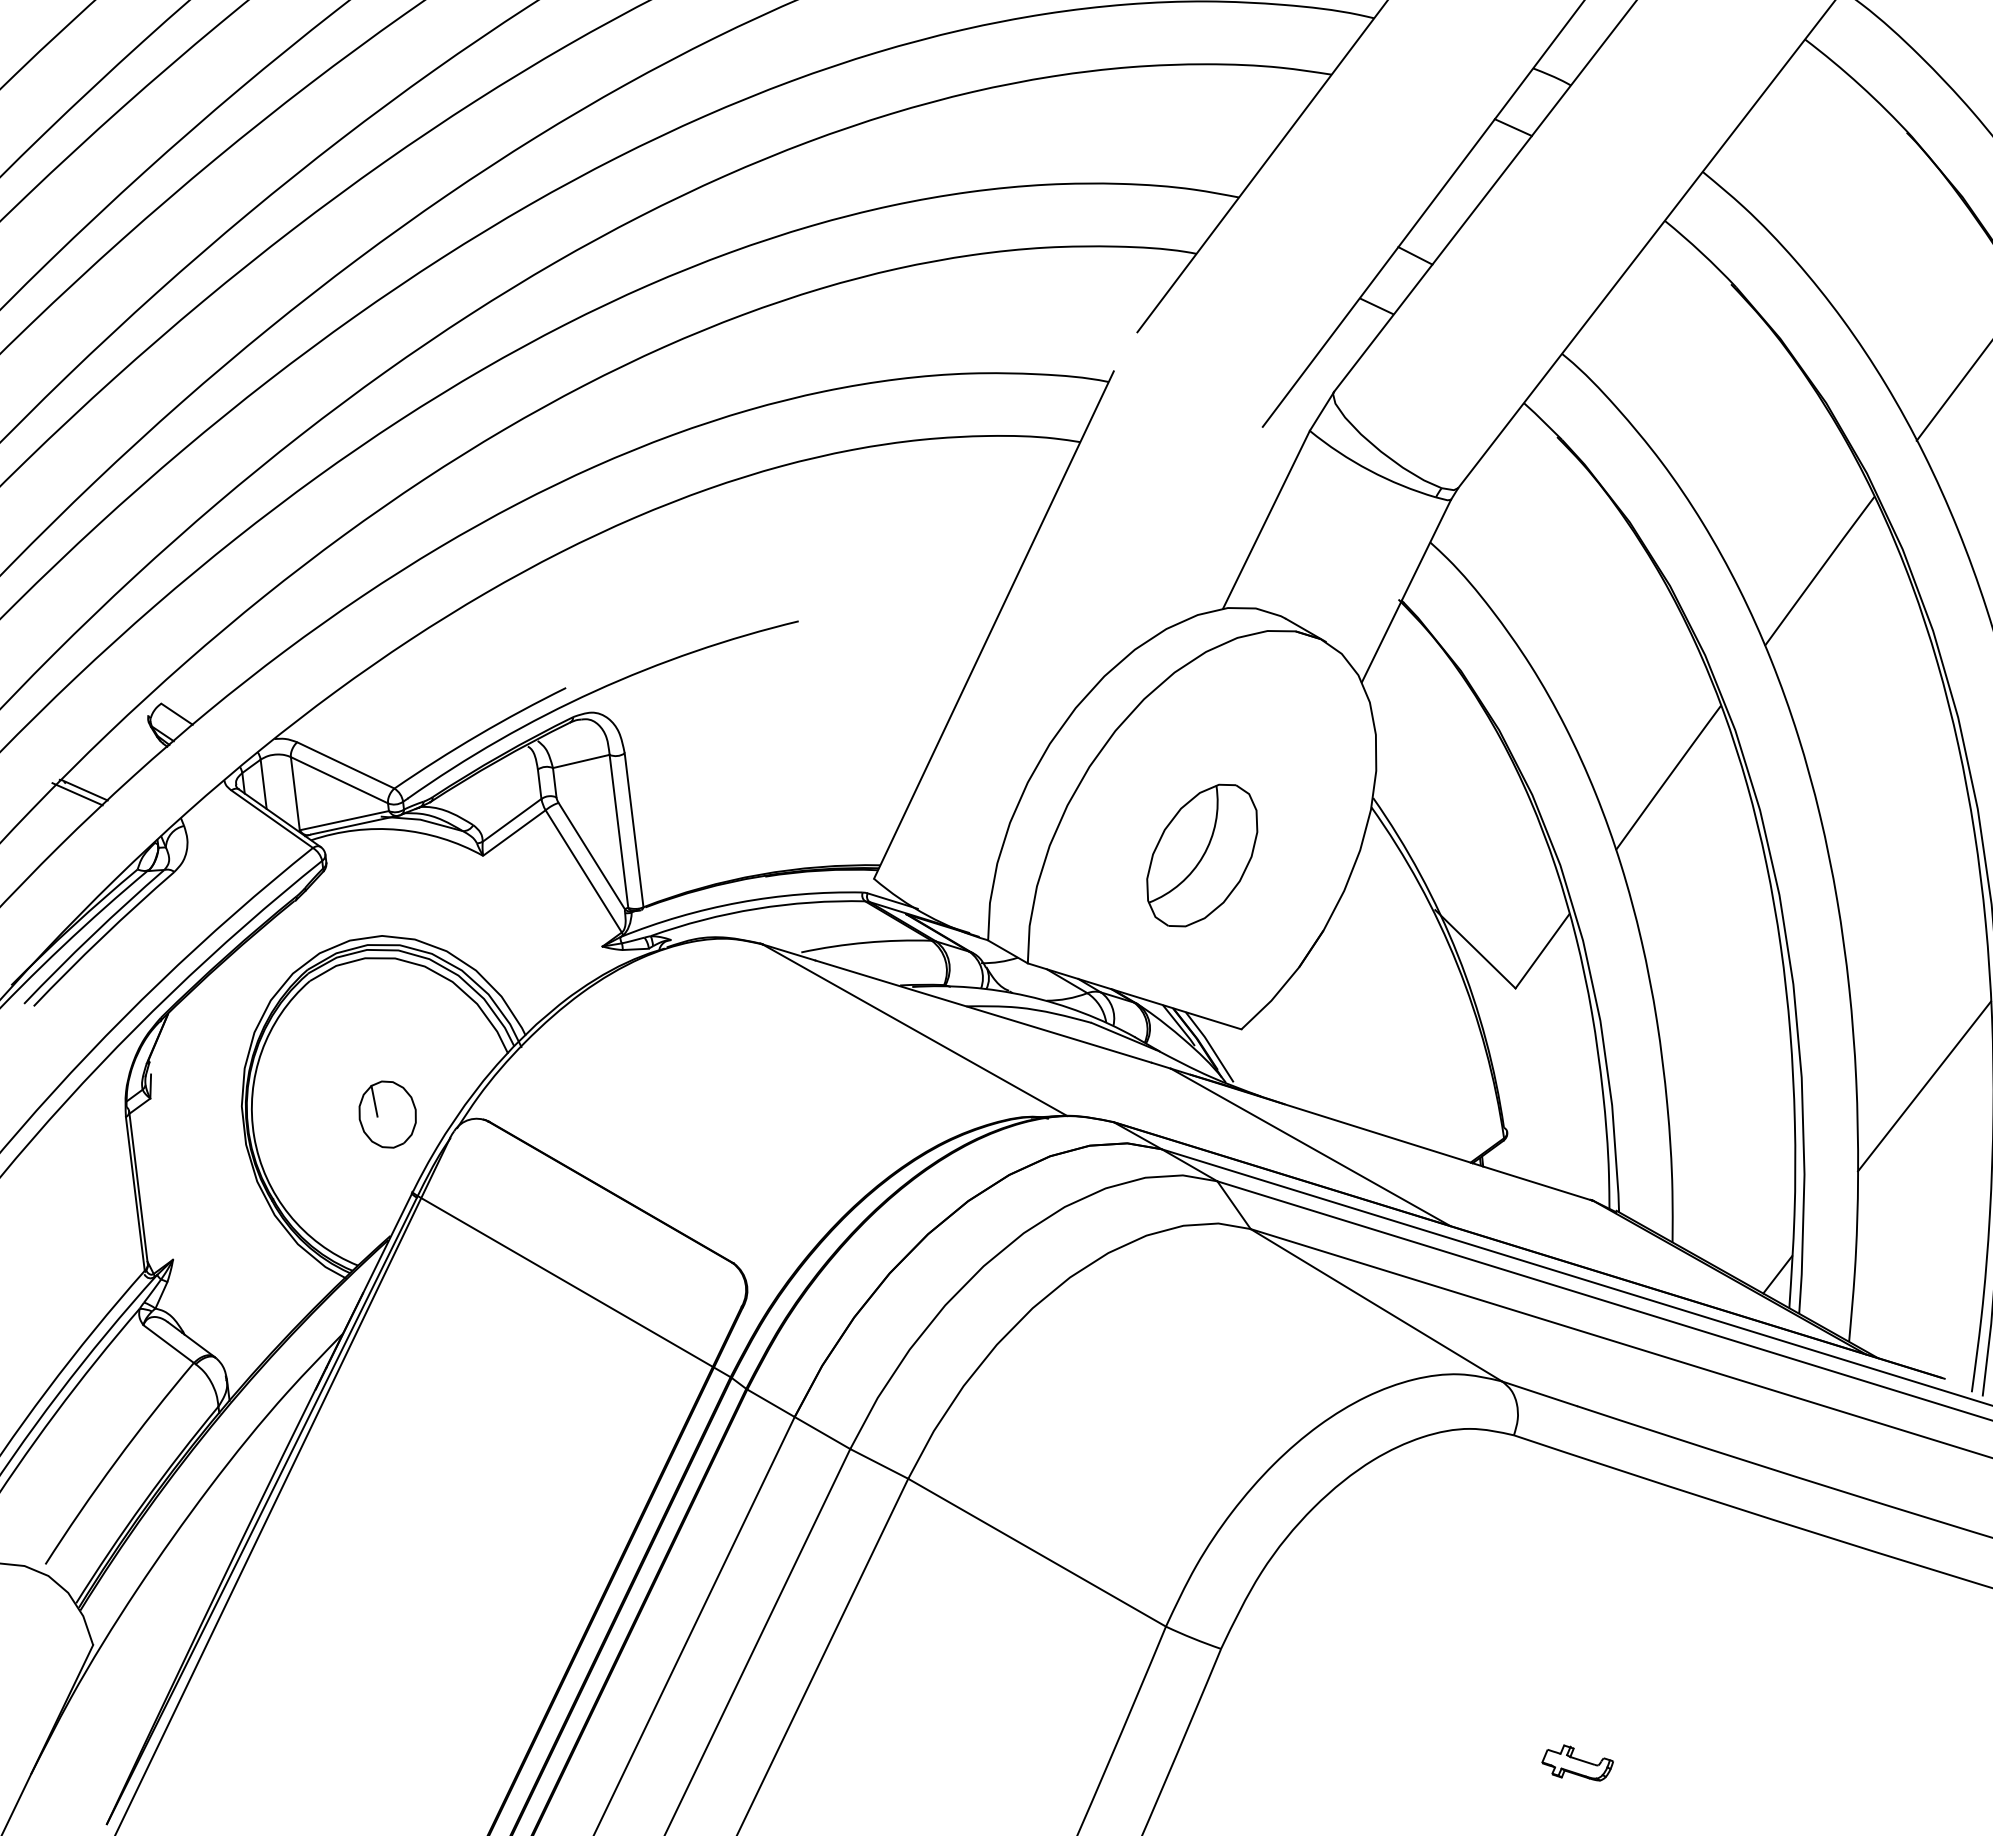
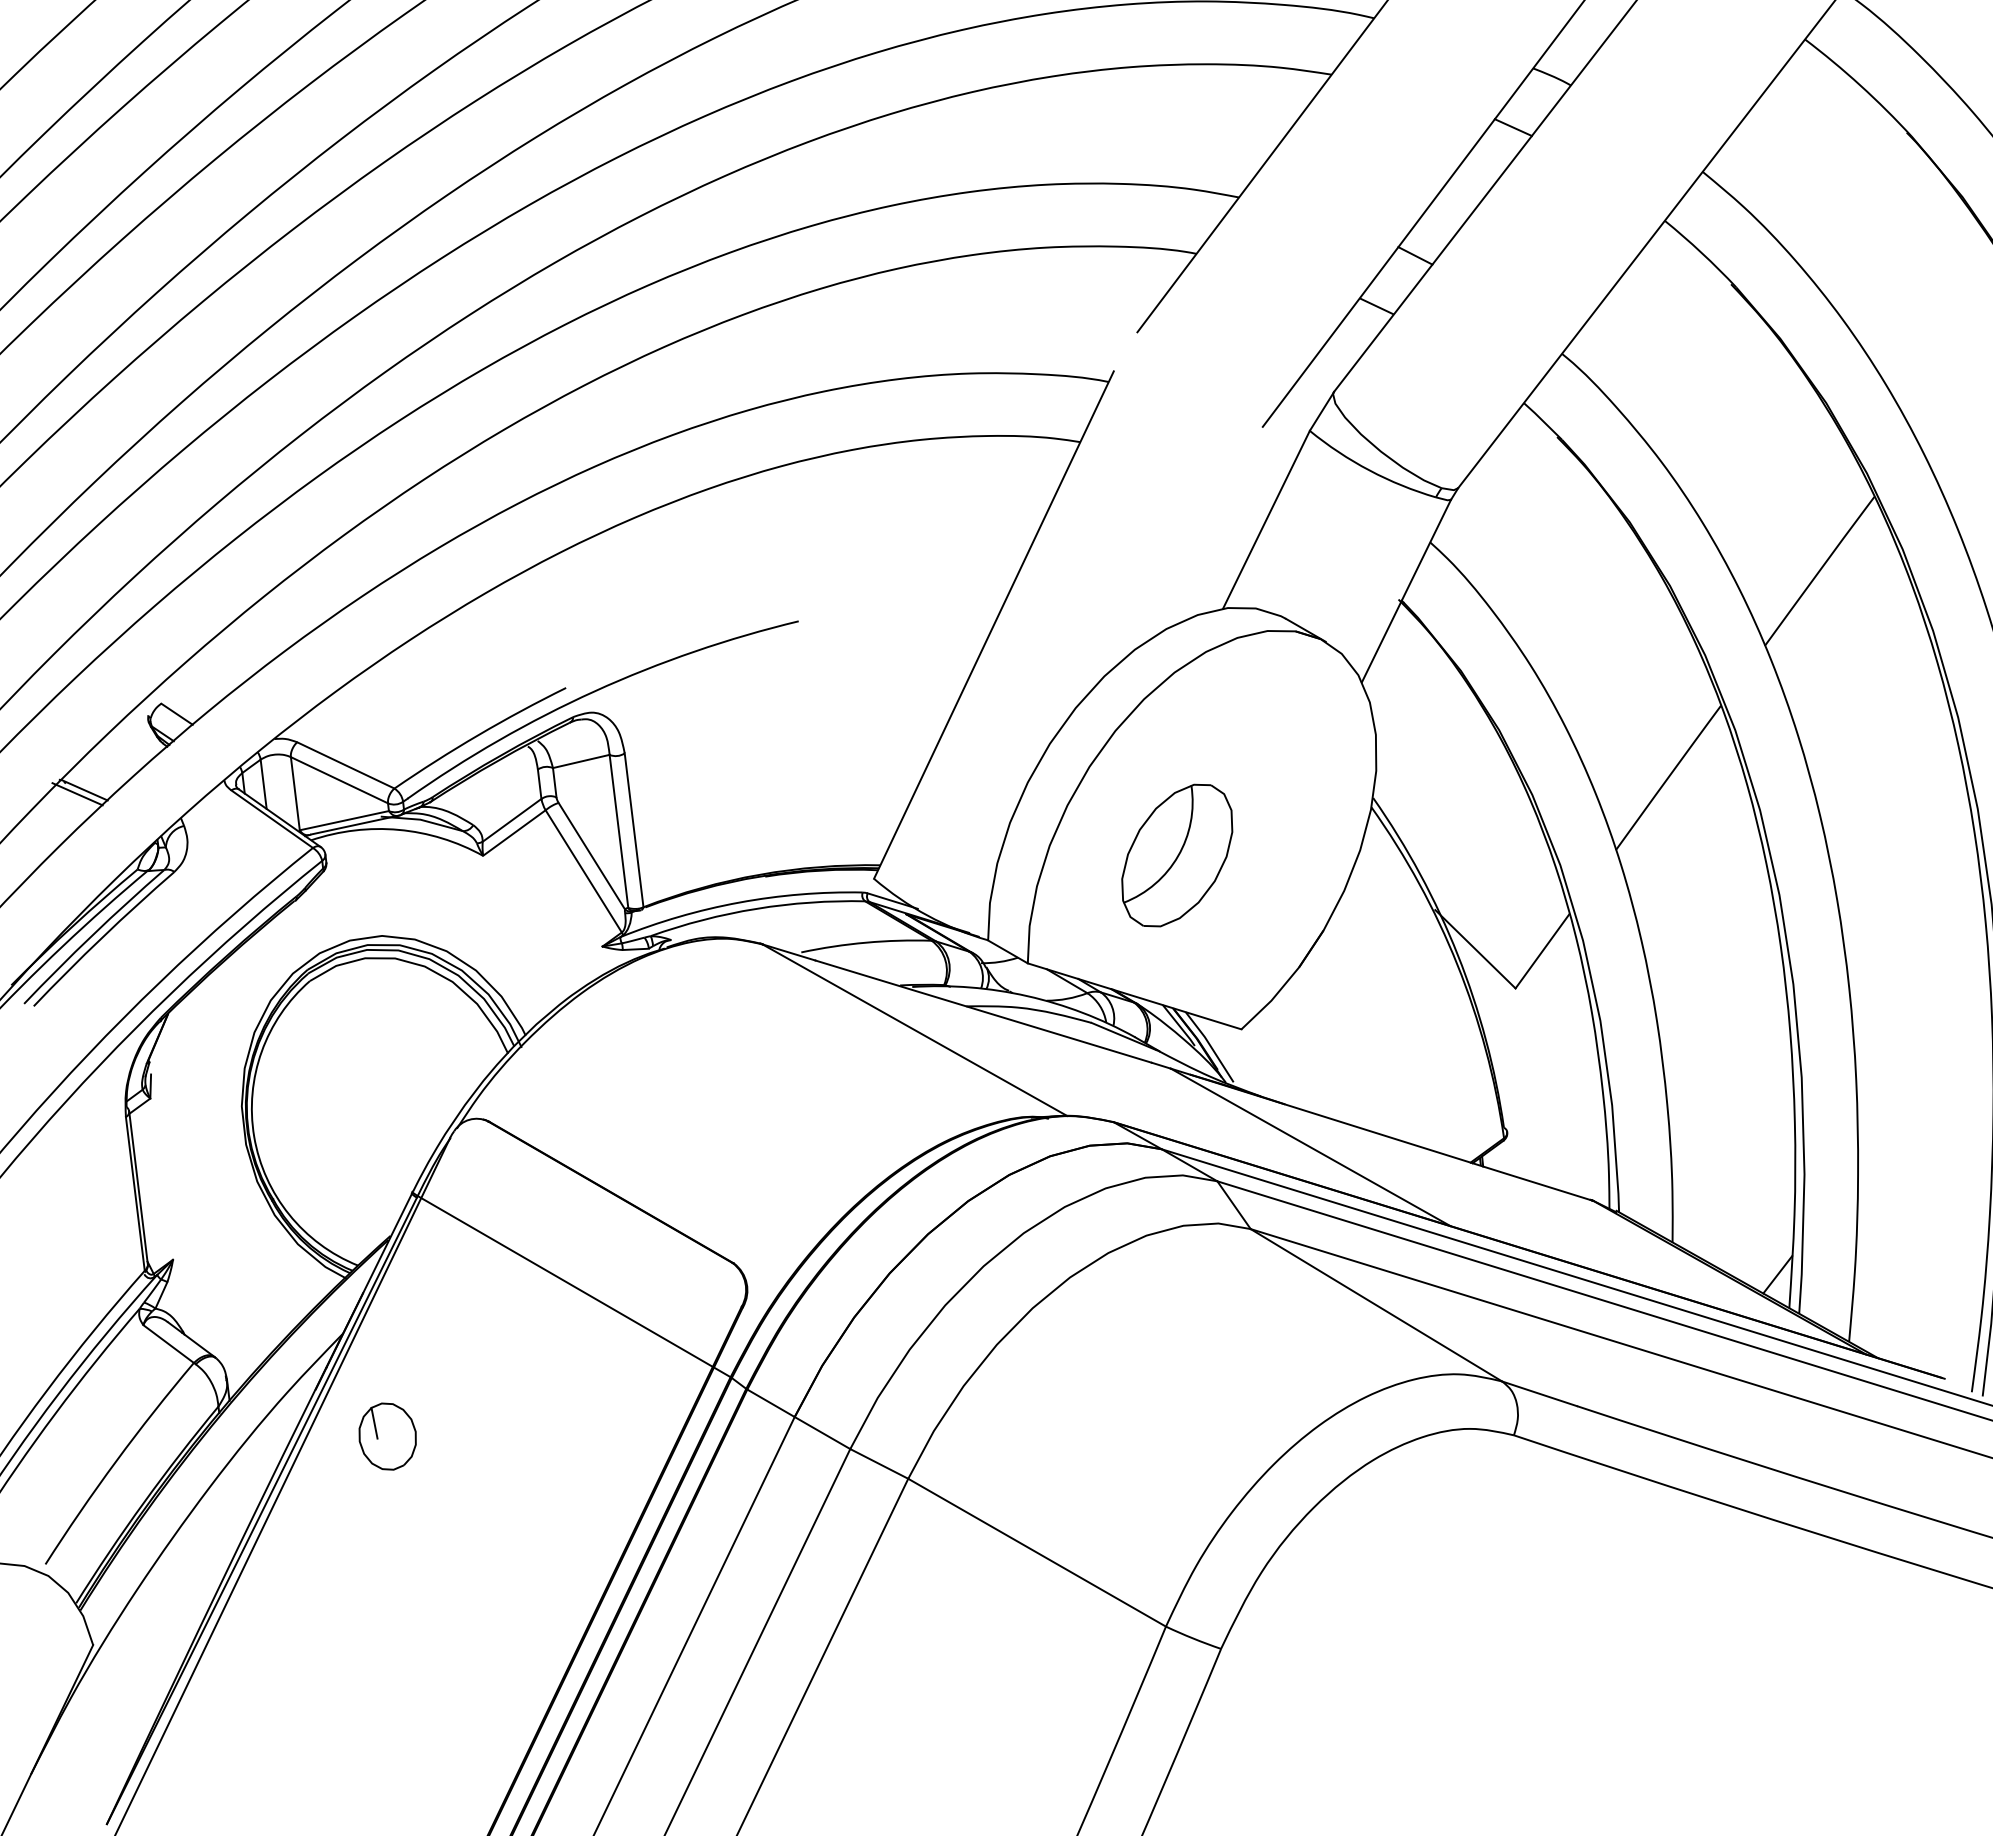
line at (1952, 391): present -> none
part at (1202, 855) position: (1202, 855) -> (1177, 855)
line at (1923, 1087): present -> none
part at (387, 1114) position: (387, 1114) -> (387, 1436)
part at (1577, 1762): present -> none
